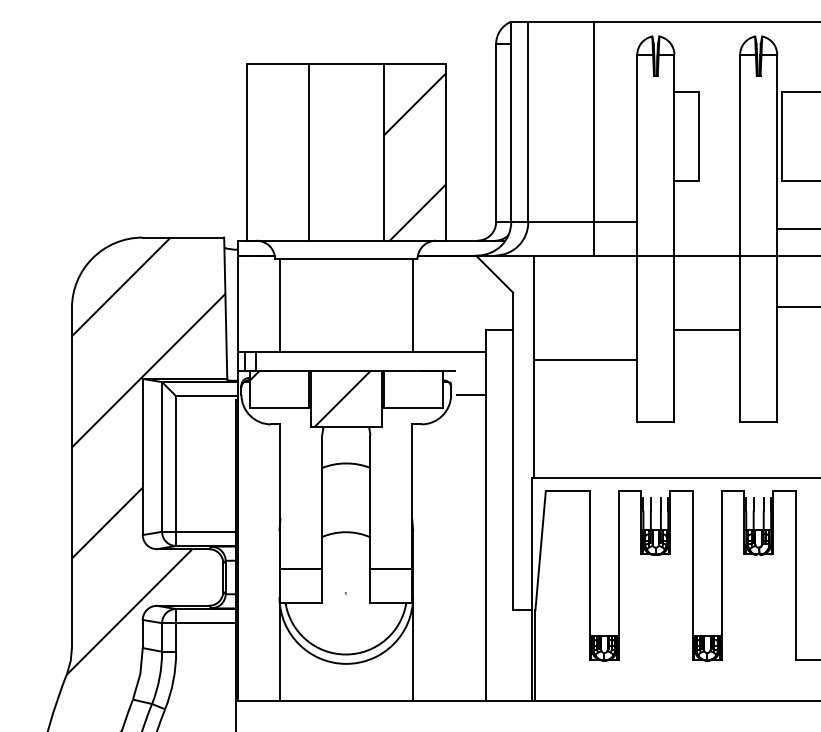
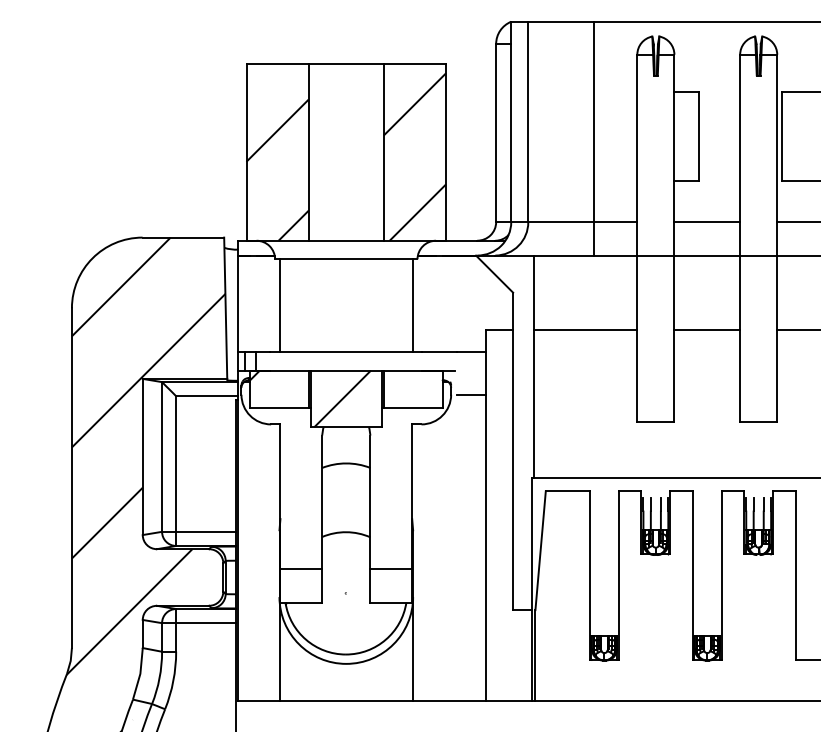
hatch at (277, 169): none -> present
line at (707, 222): none -> present
line at (797, 229) position: (797, 229) -> (797, 222)
line at (797, 306) position: (797, 306) -> (797, 329)
line at (585, 359) position: (585, 359) -> (585, 329)
